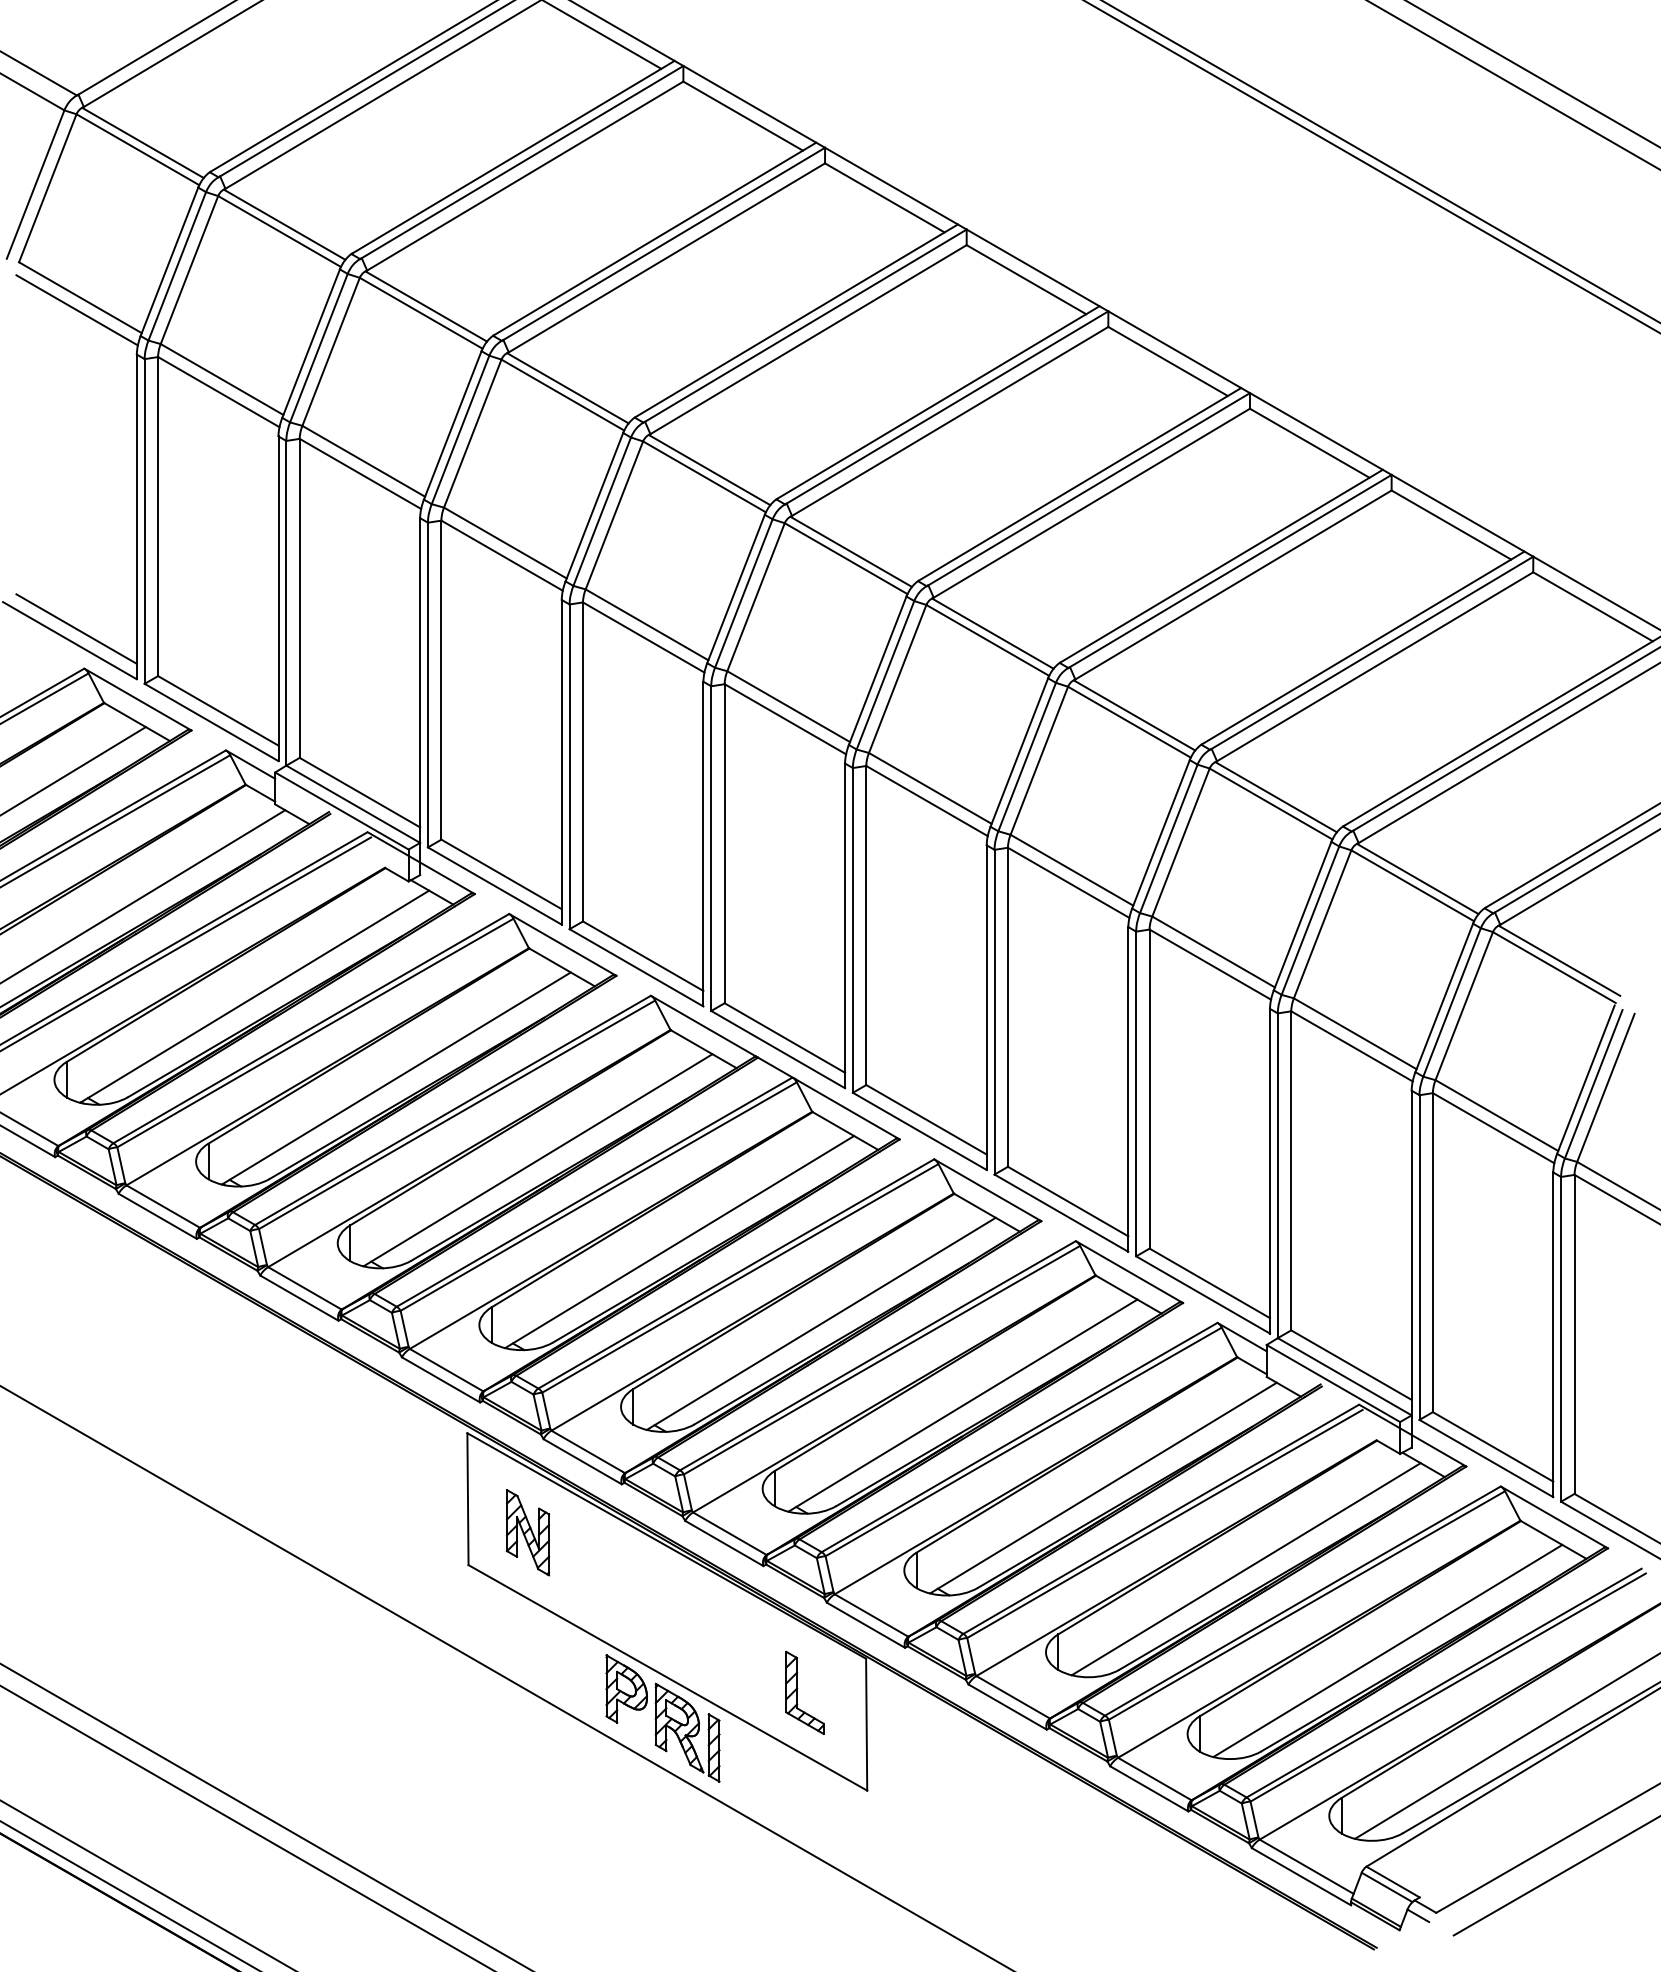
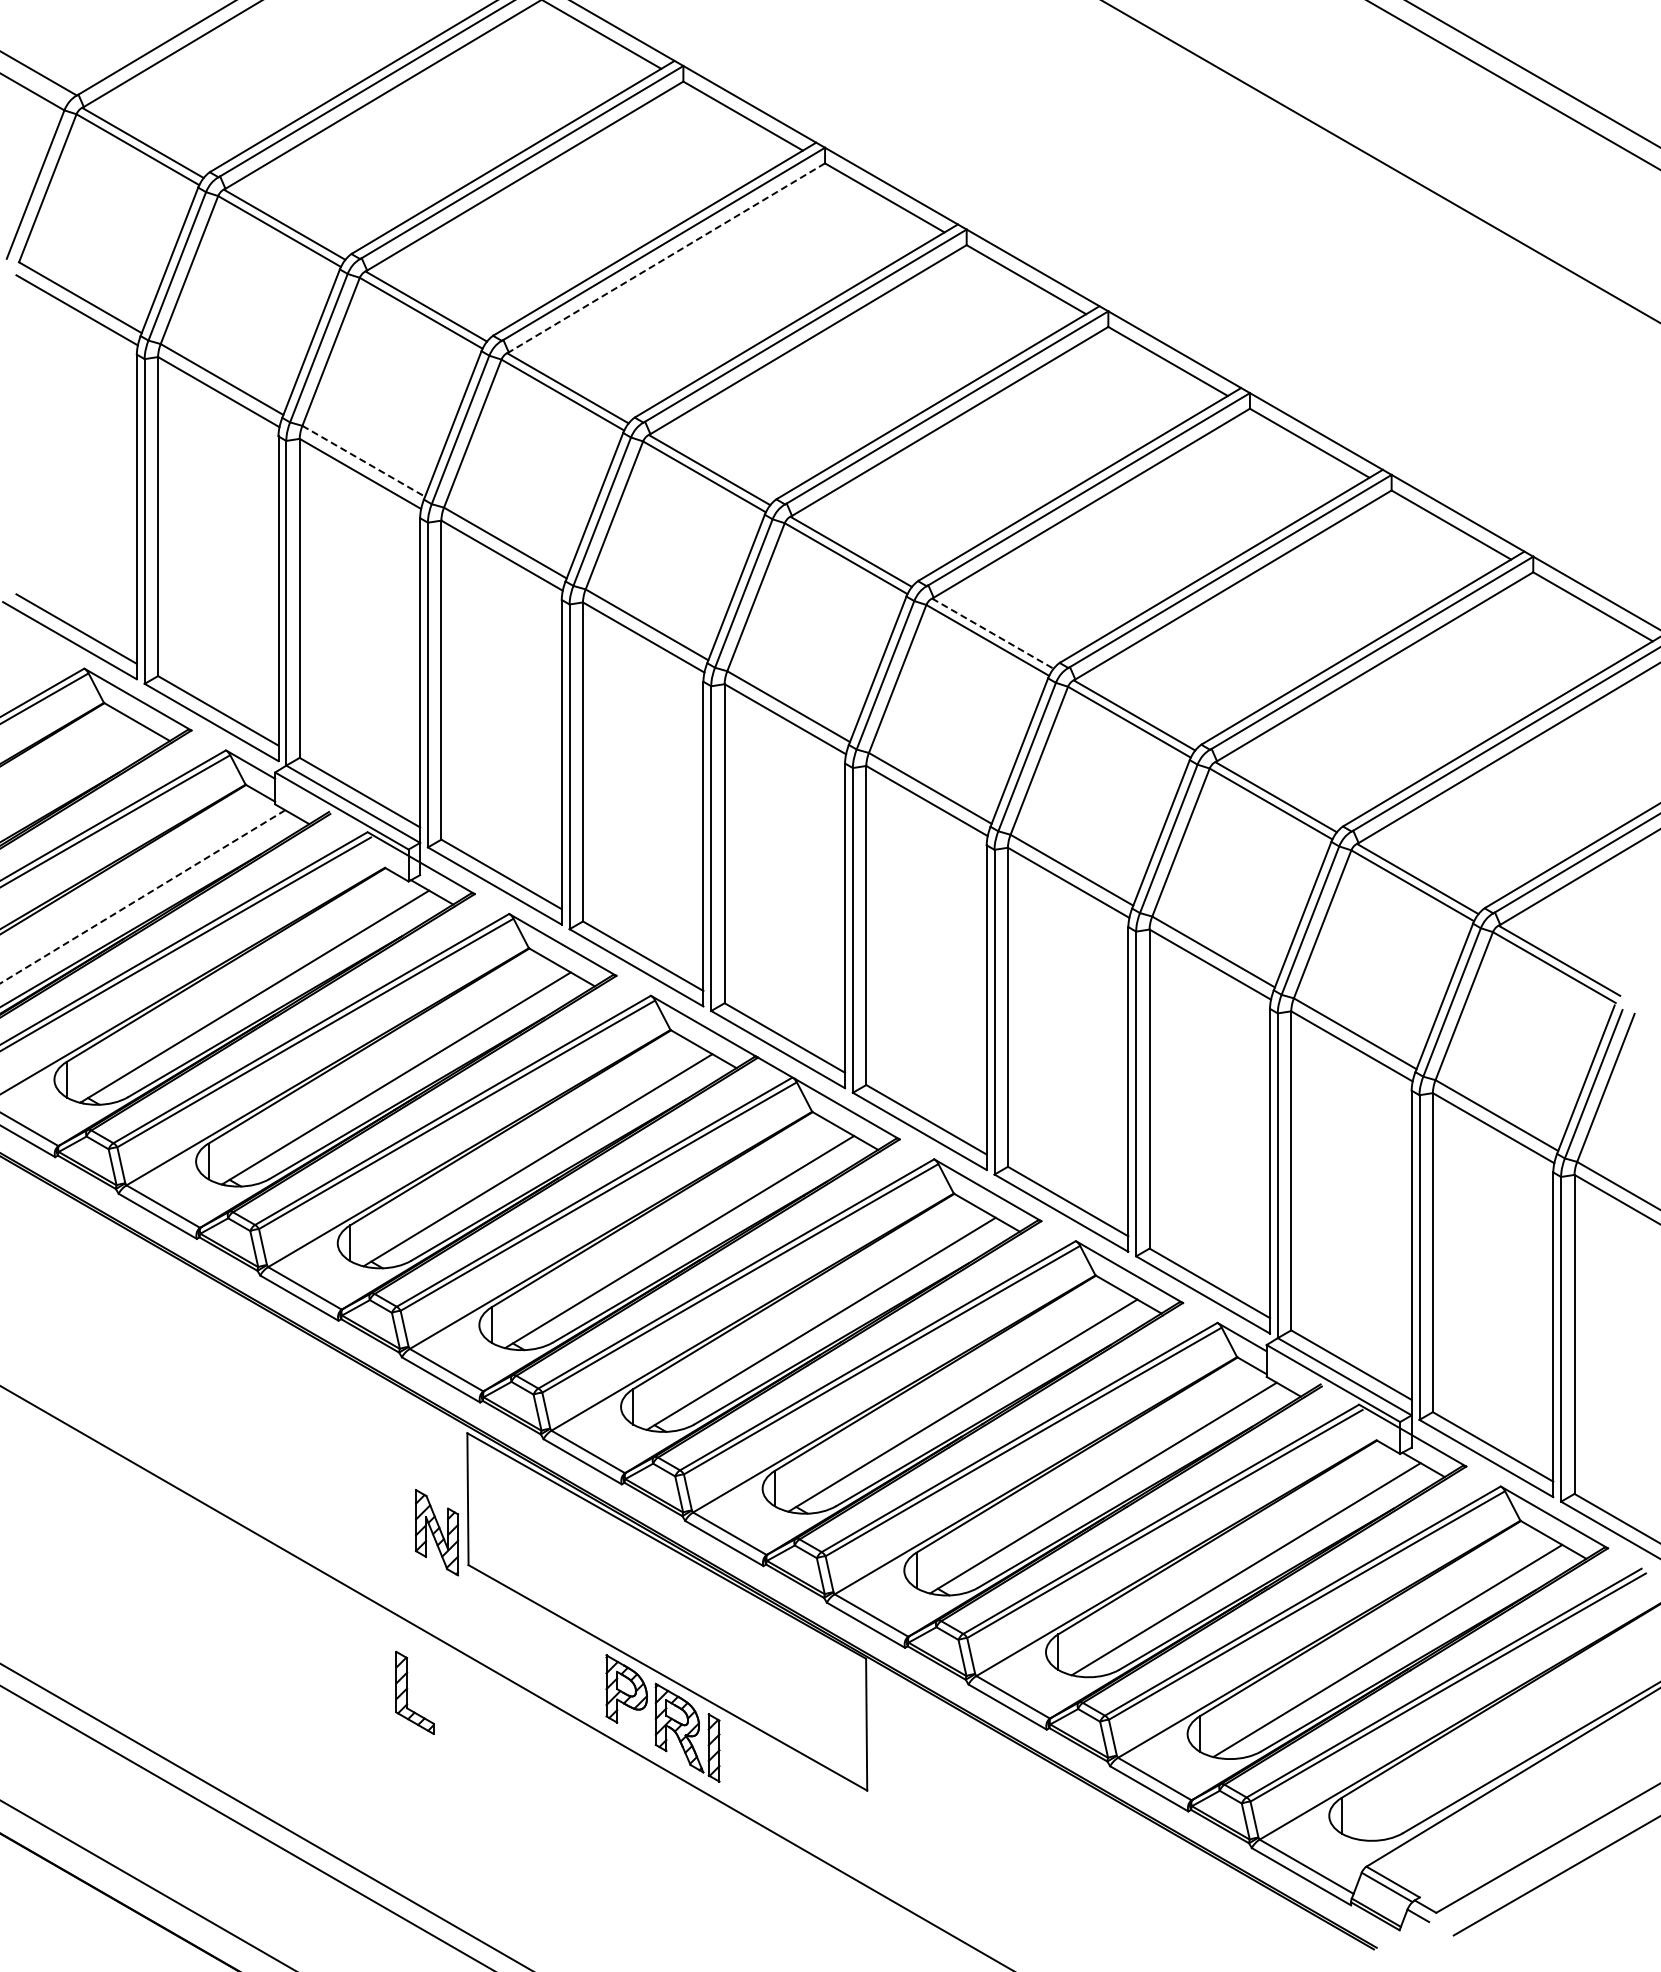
line at (1371, 166): present -> none
line at (666, 258): solid -> dashed
line at (363, 461): solid -> dashed
line at (993, 633): solid -> dashed
line at (73, 770): present -> none
line at (142, 896): solid -> dashed
part at (527, 1532) position: (527, 1532) -> (436, 1532)
part at (797, 1692) position: (797, 1692) -> (407, 1692)
line at (1506, 1746): present -> none
line at (129, 1895): present -> none
